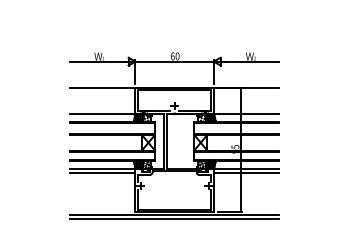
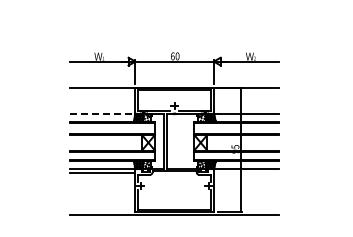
line at (102, 113): solid -> dashed
line at (246, 172): present -> none
line at (174, 218): present -> none
